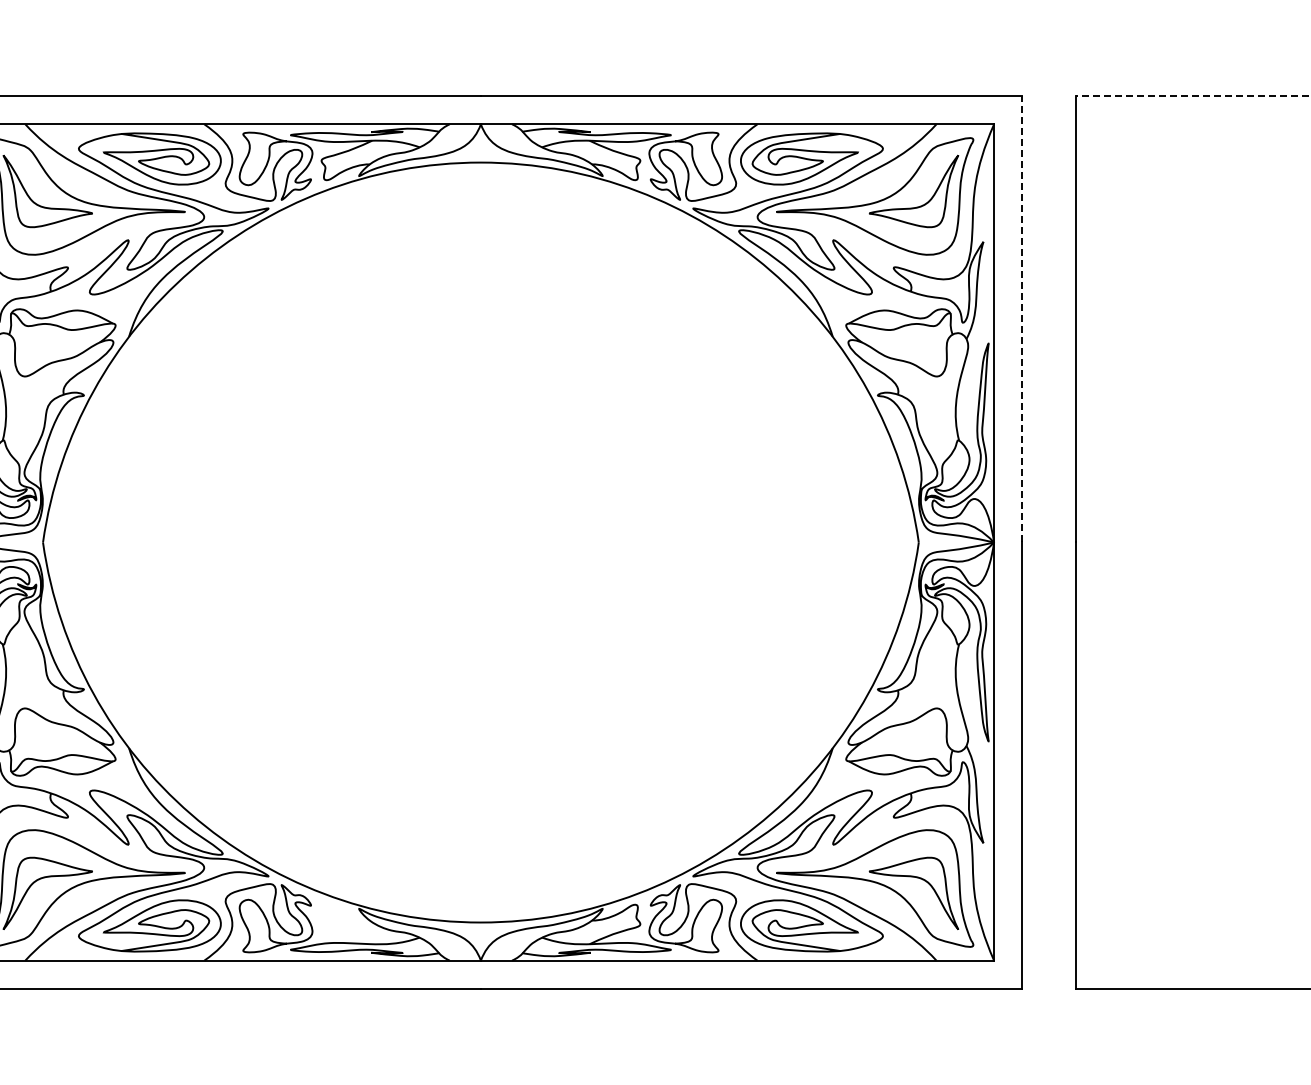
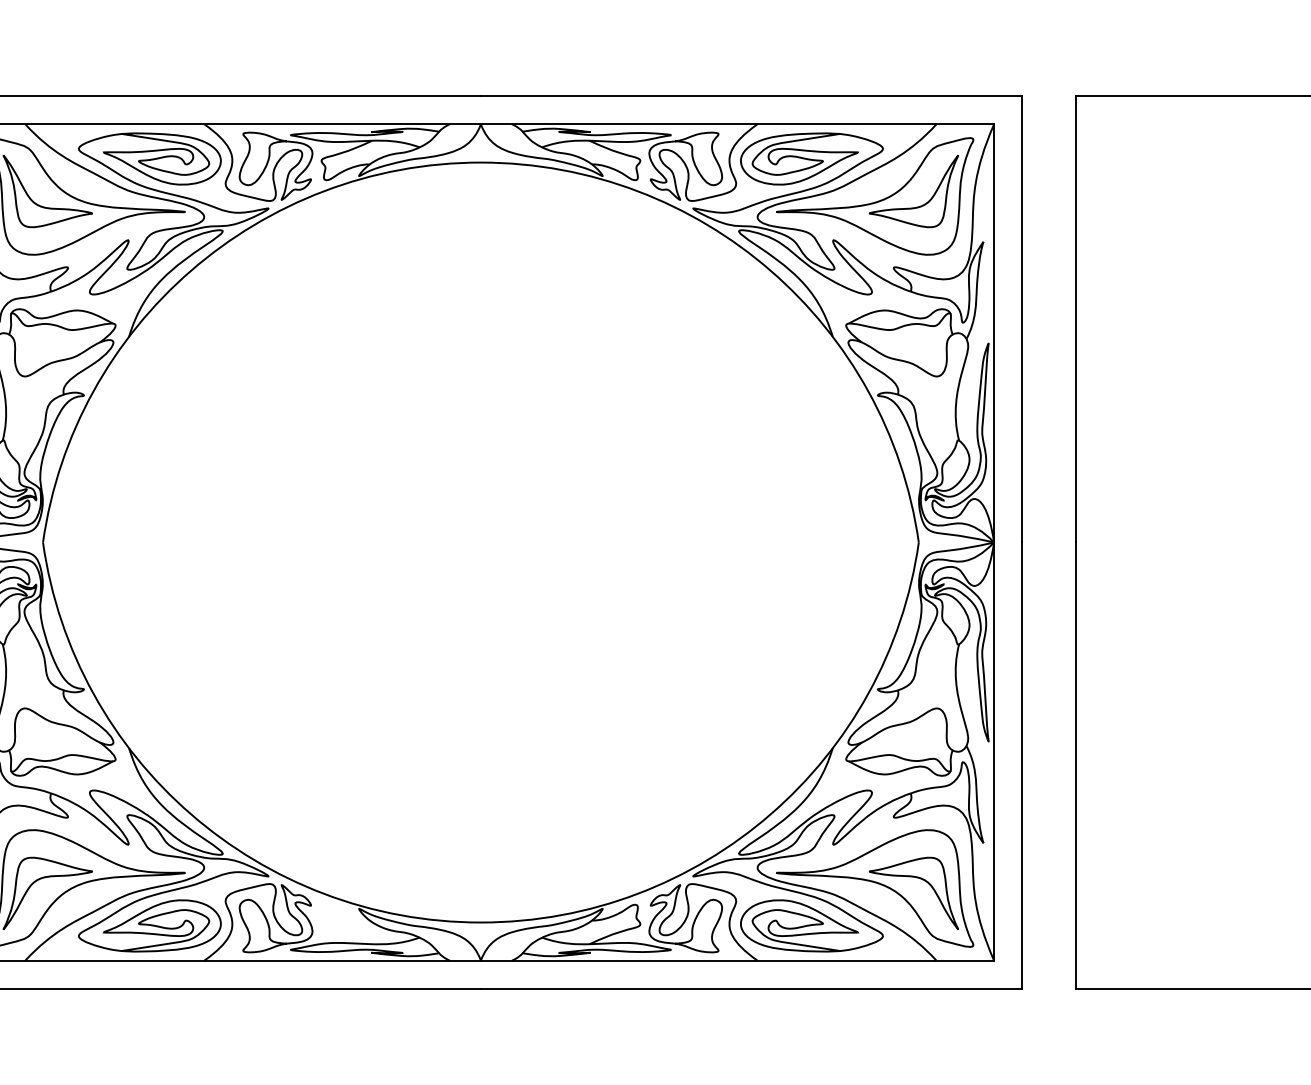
line at (1192, 96): dashed -> solid
line at (1022, 318): dashed -> solid
